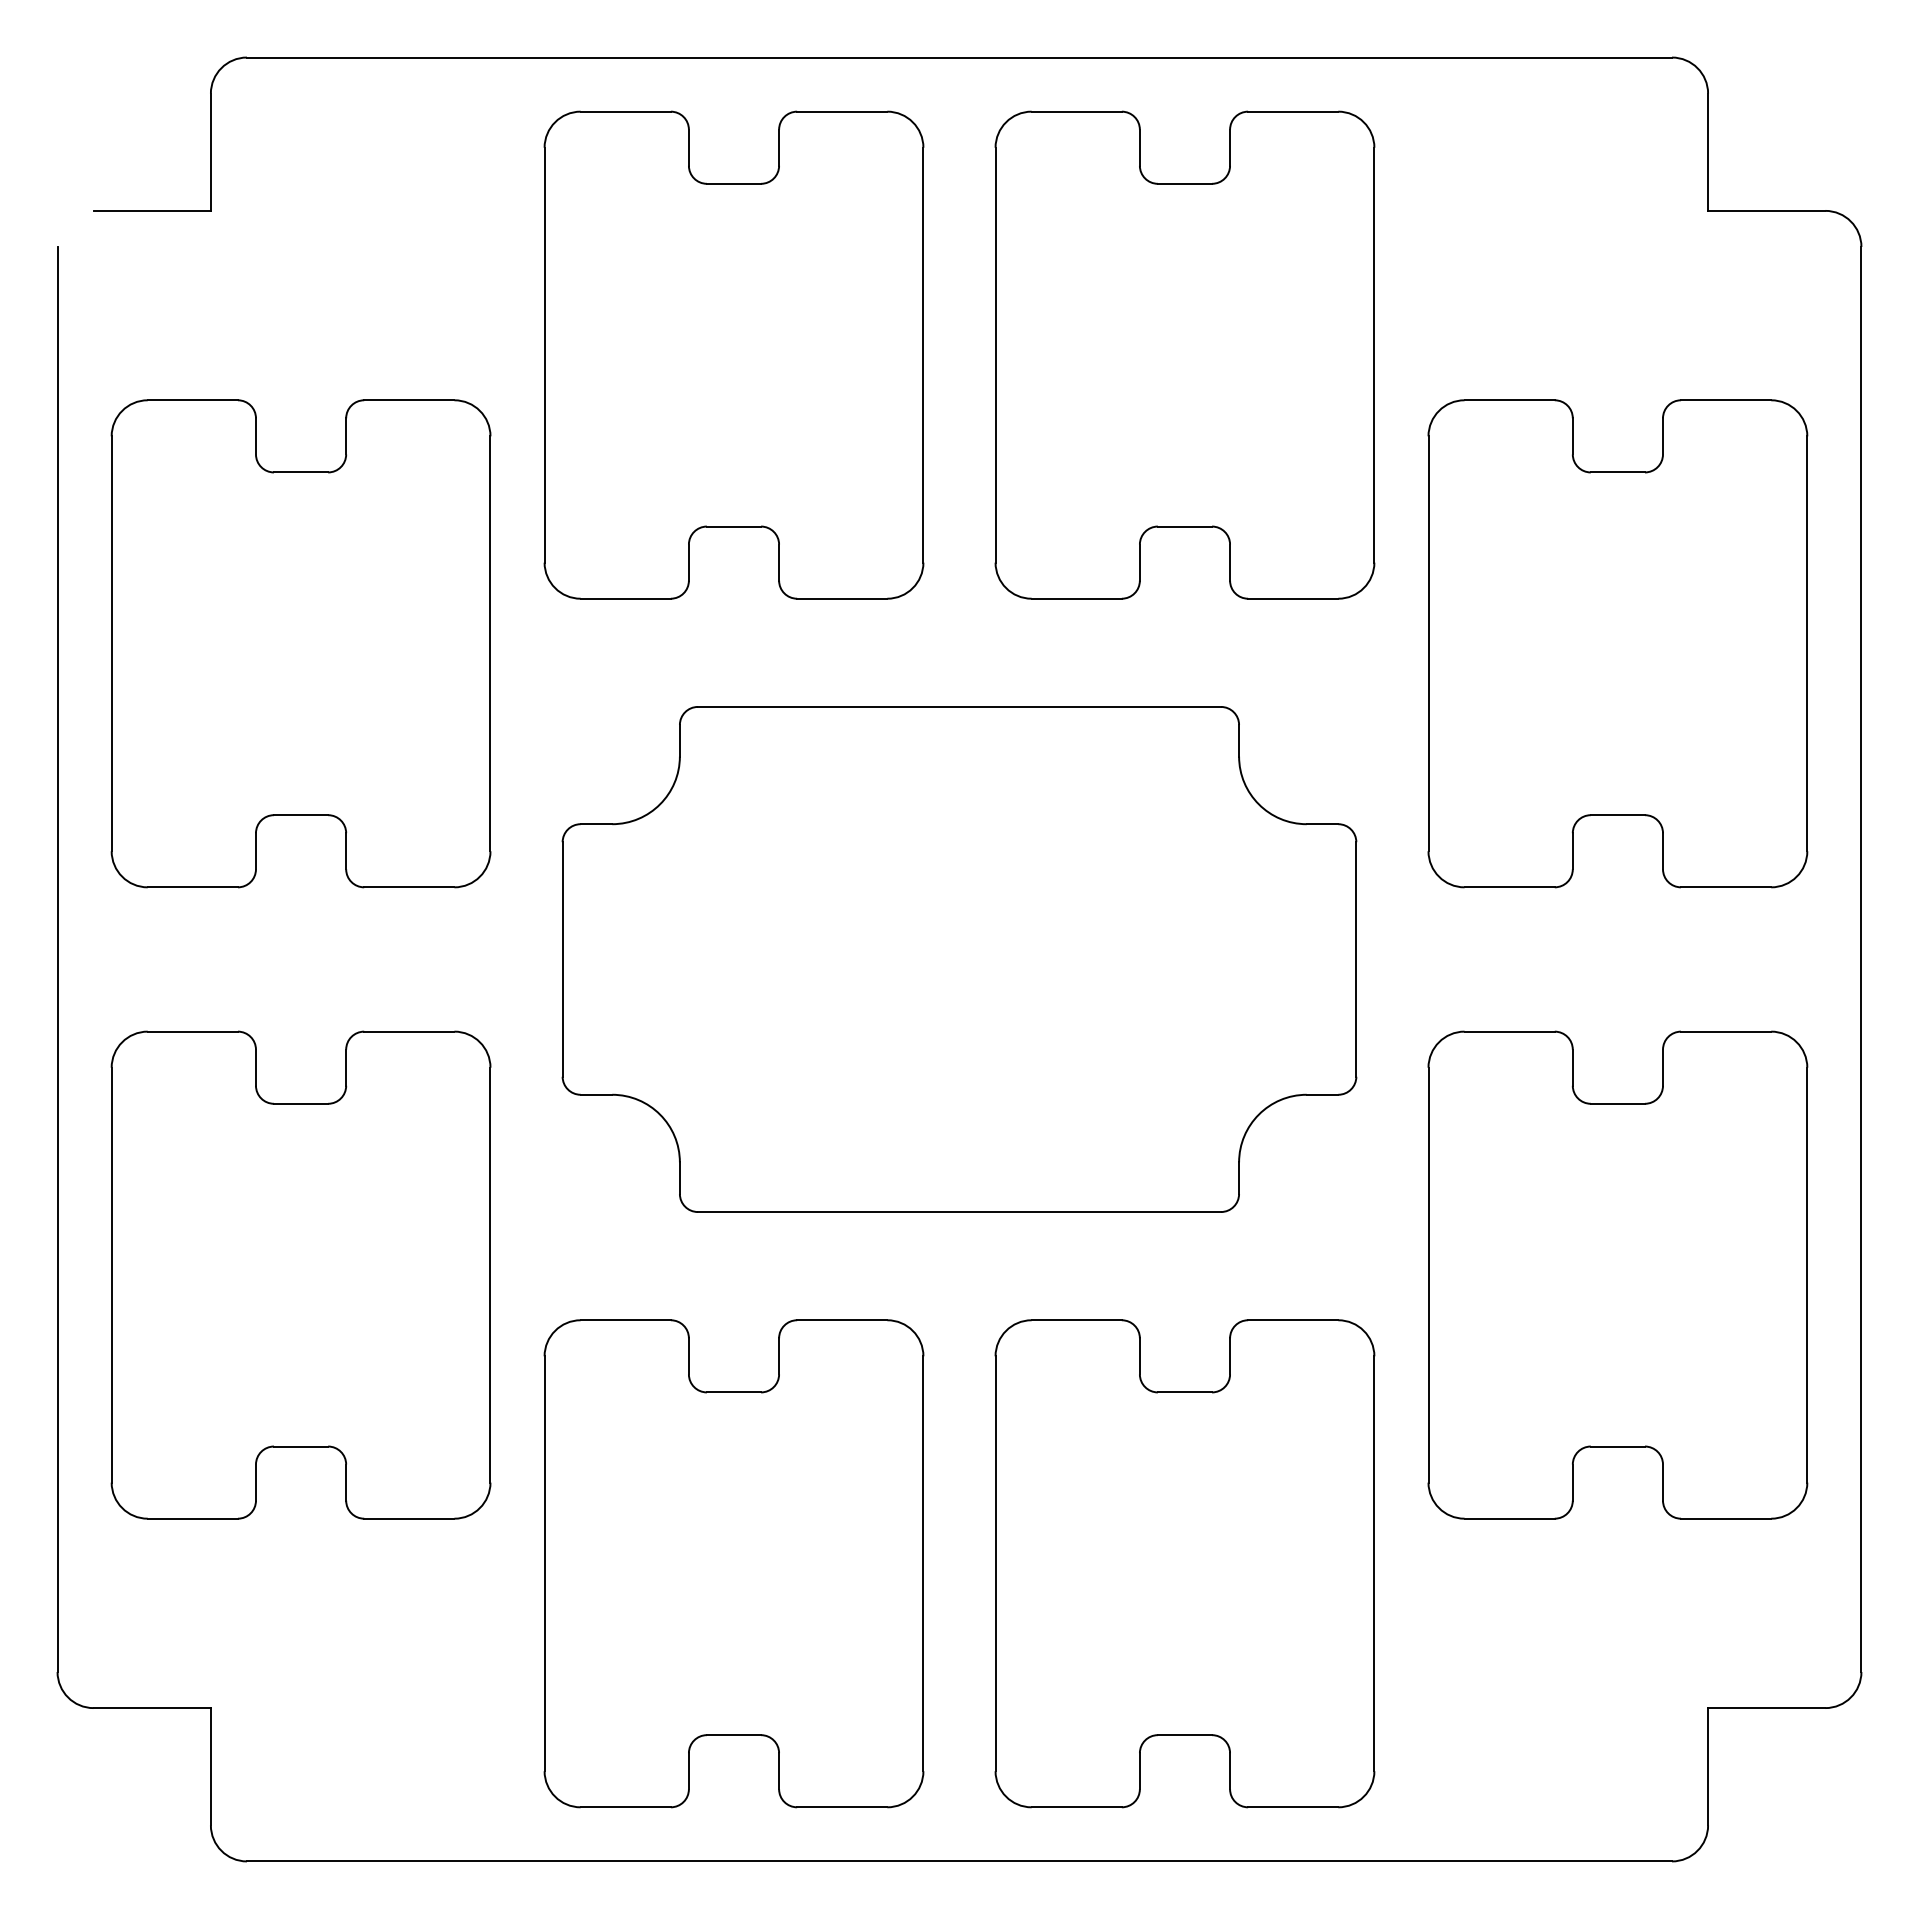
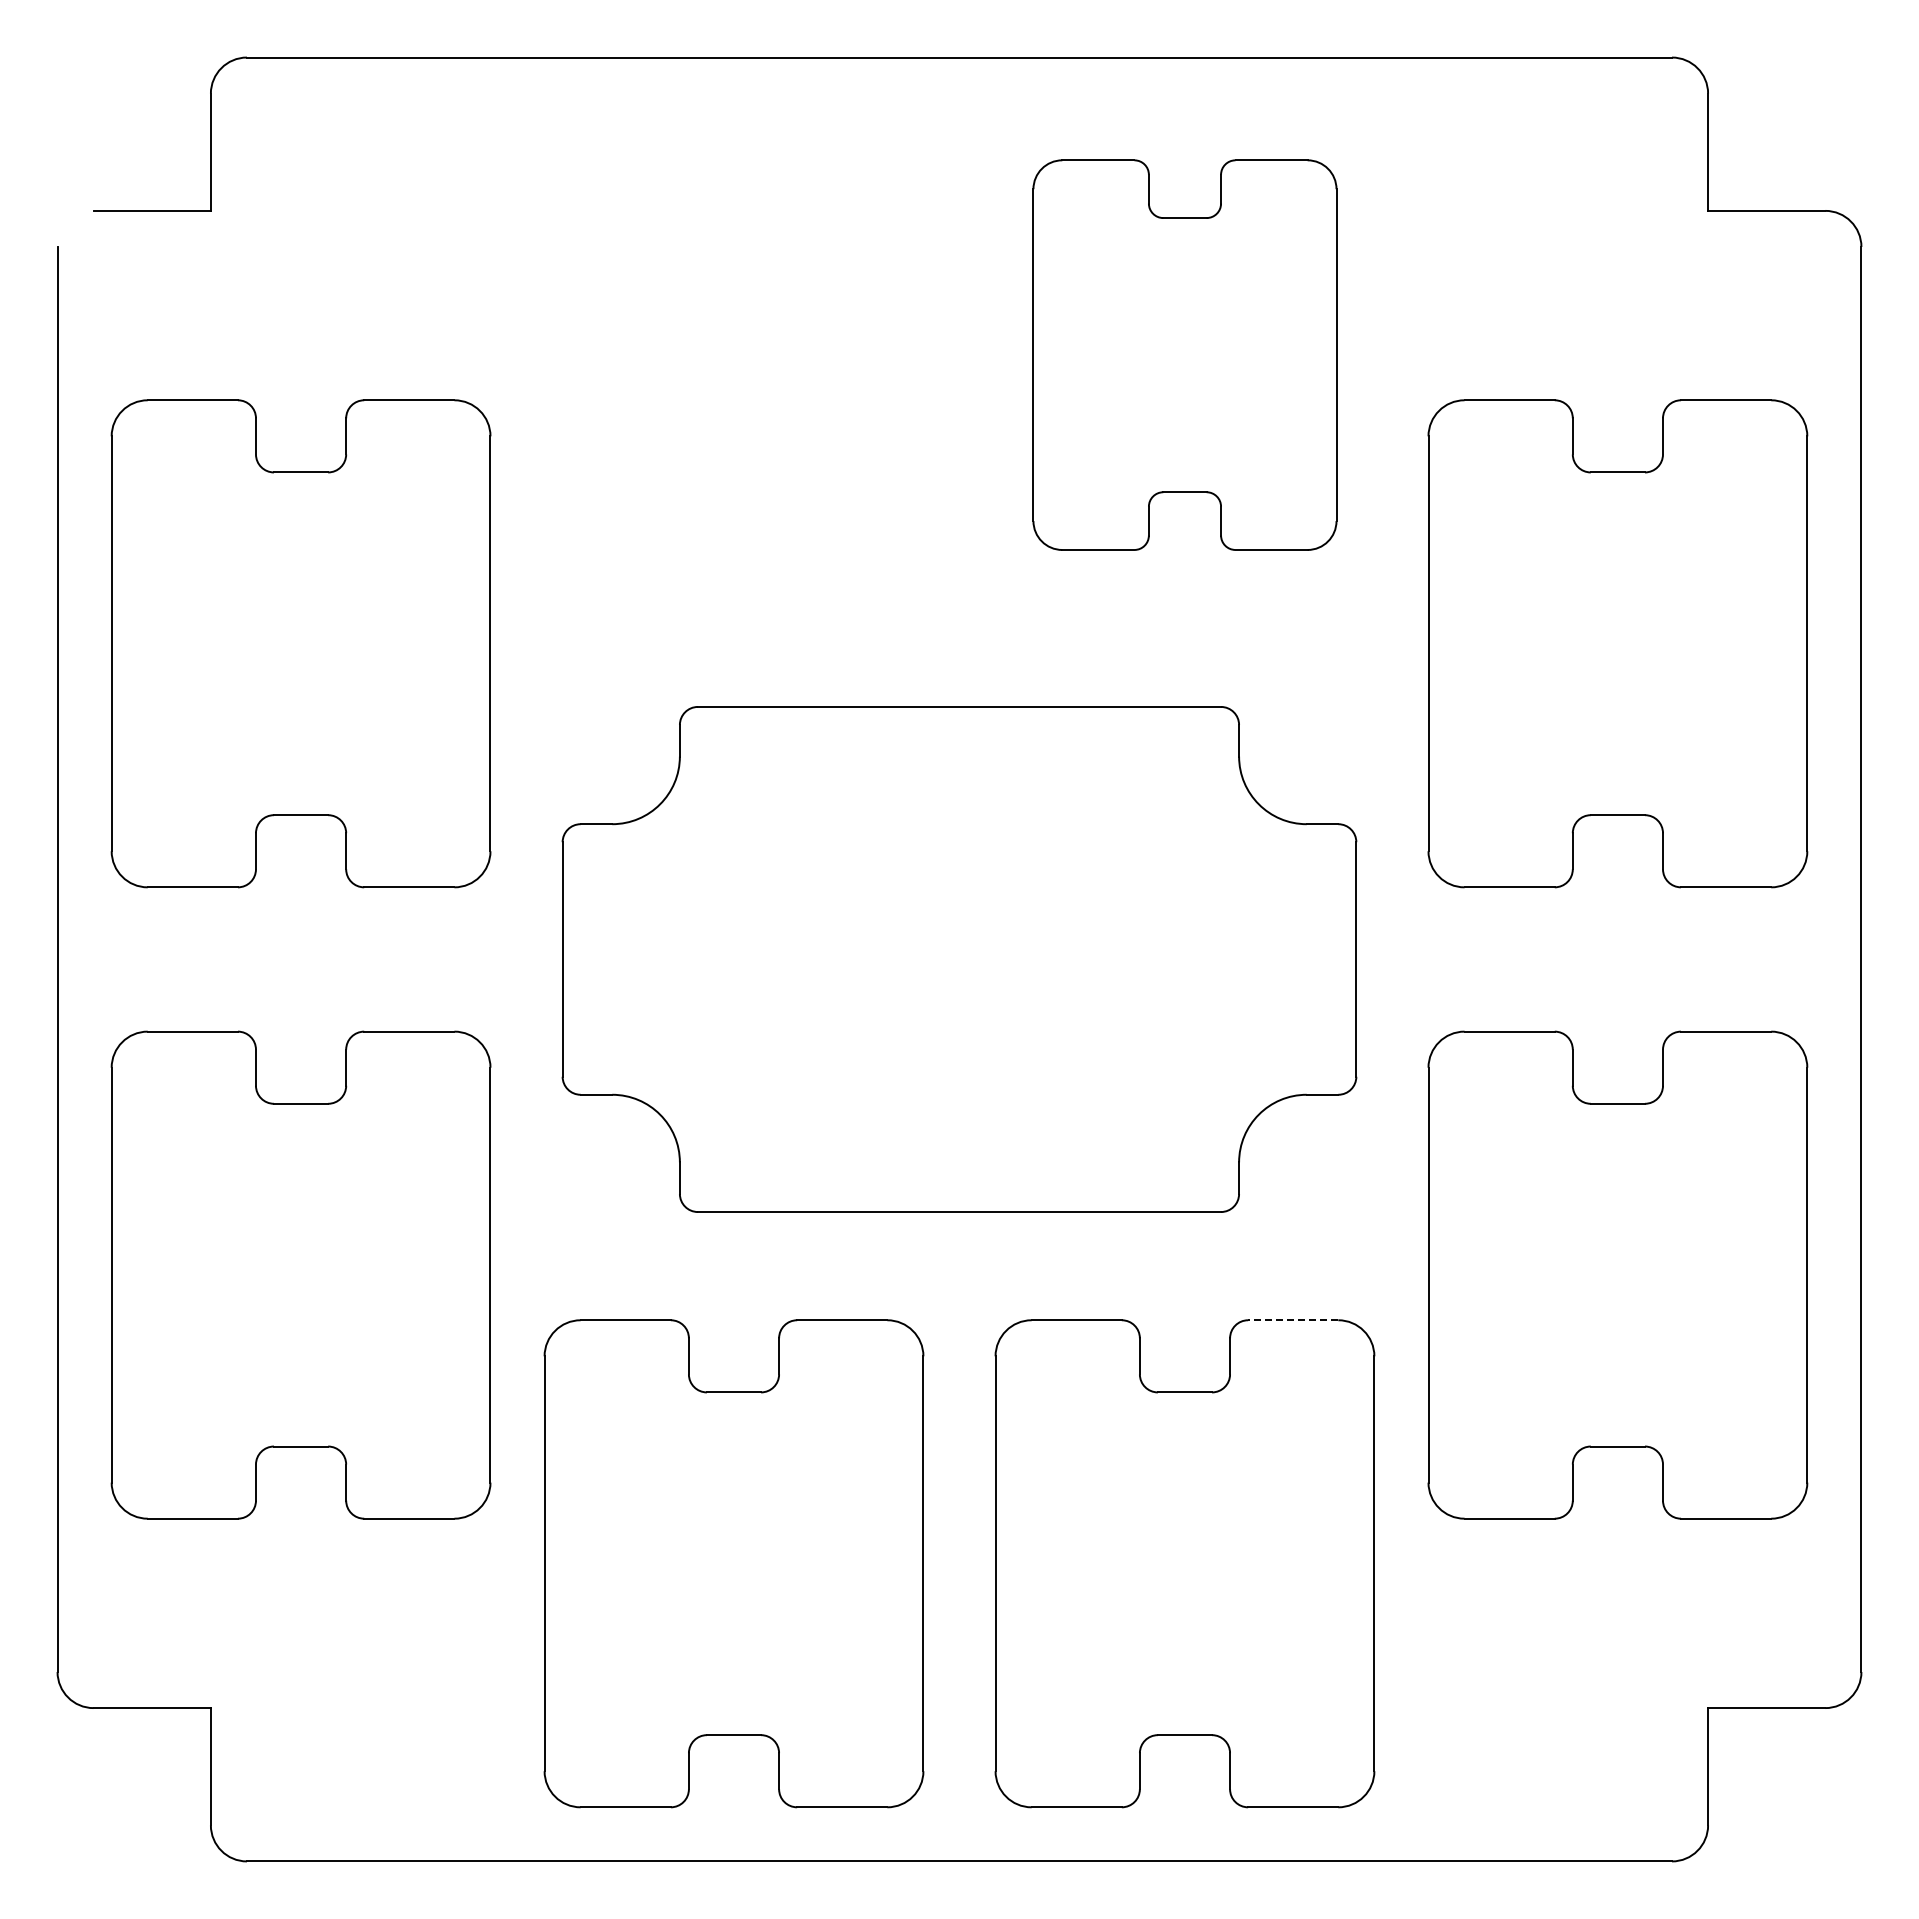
part at (733, 354): present -> none
part at (1184, 354) size: 382x490 px -> 306x392 px
line at (1292, 1320): solid -> dashed
